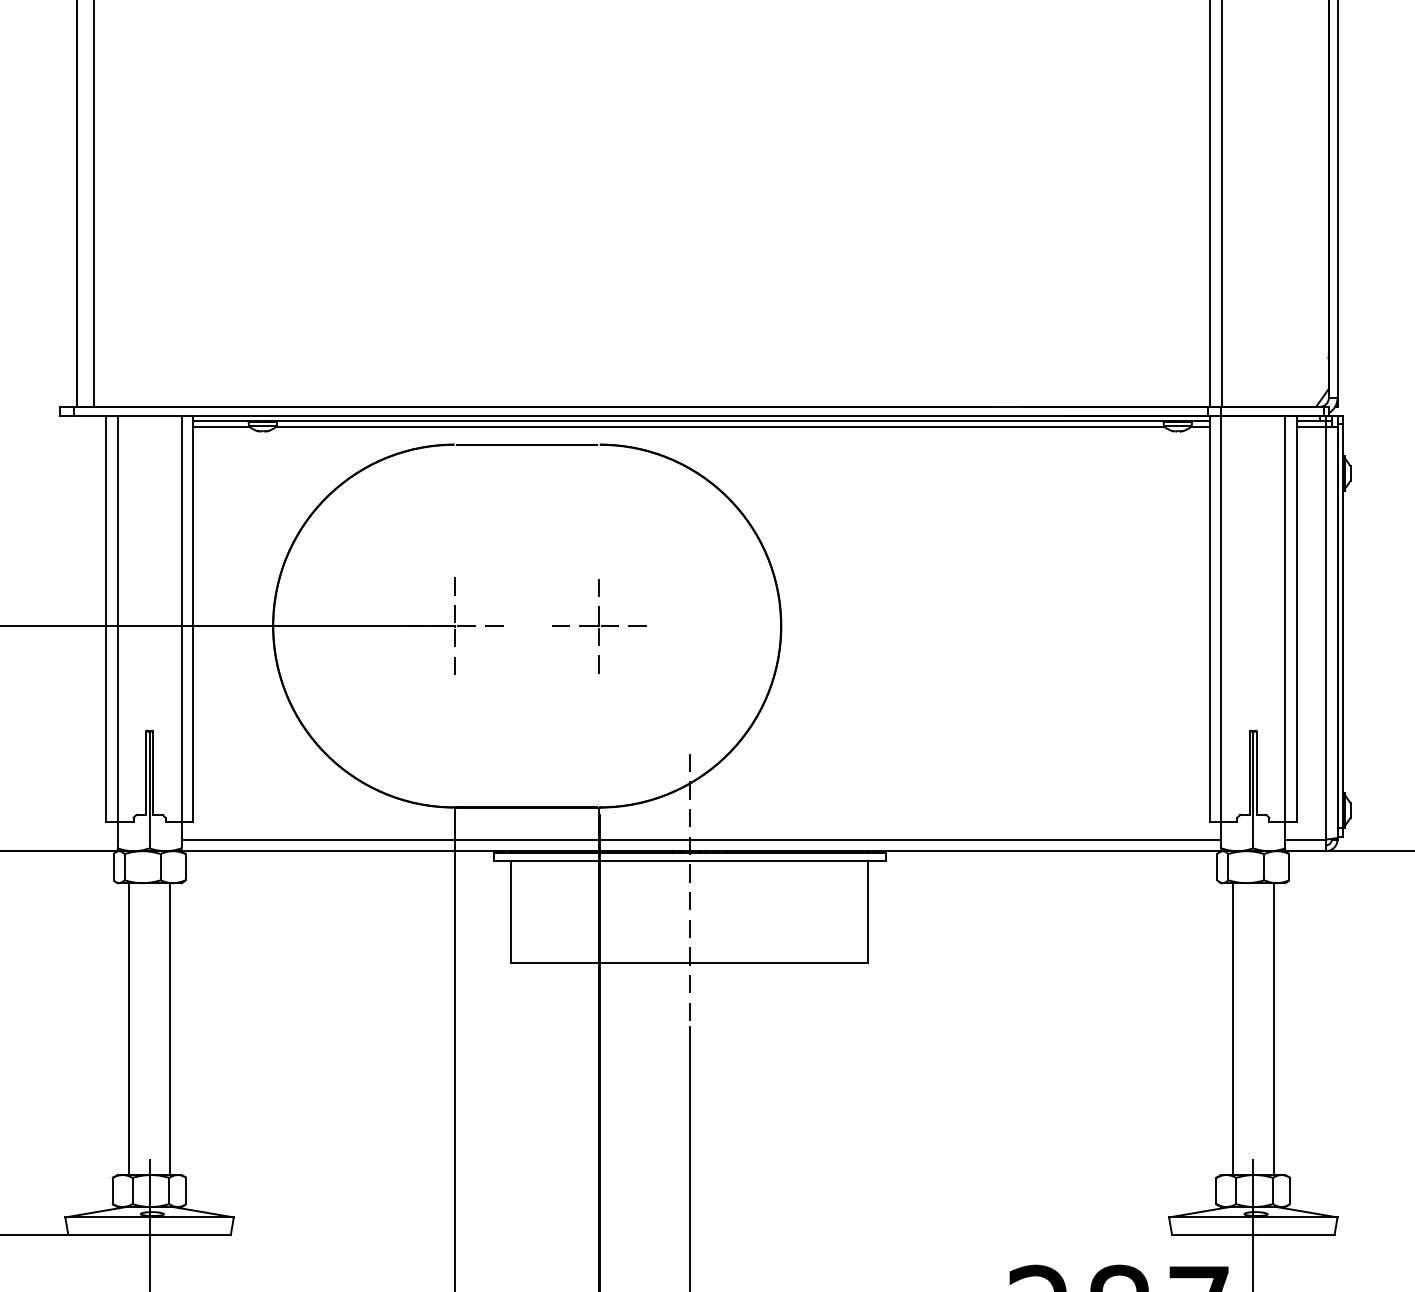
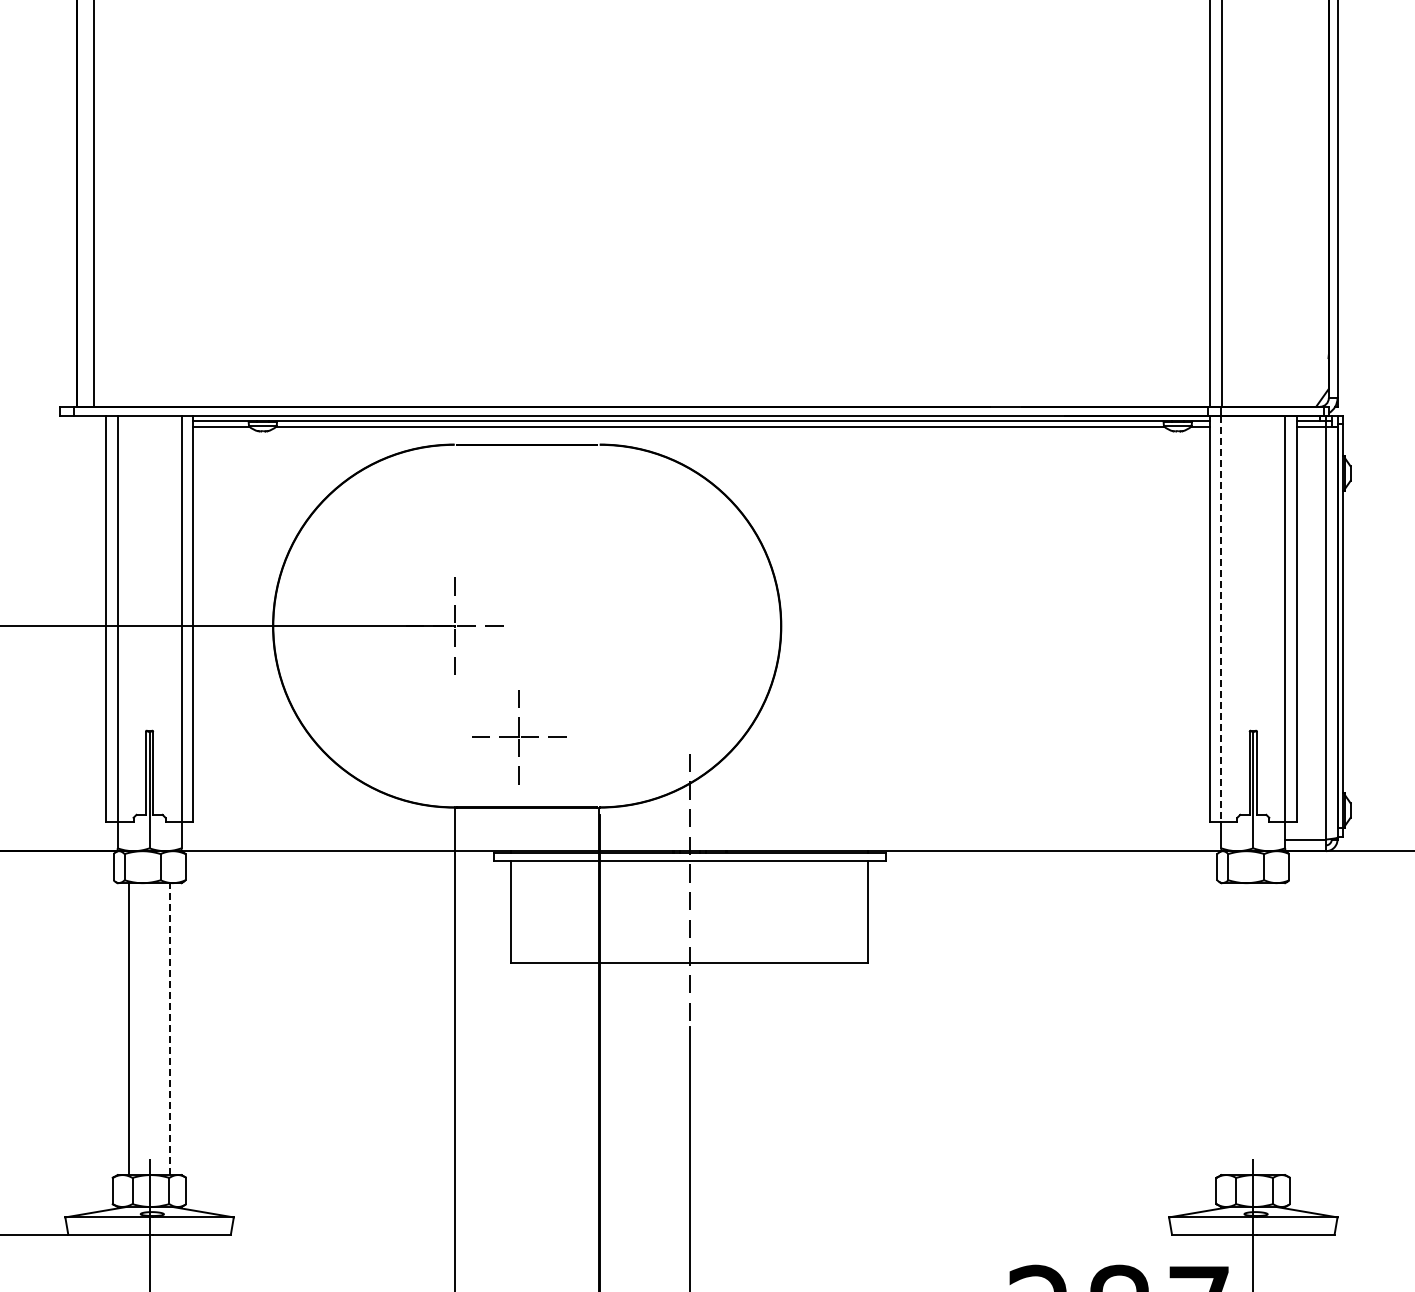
line at (1221, 619): solid -> dashed
part at (599, 626) position: (599, 626) -> (519, 737)
line at (701, 839): present -> none
line at (169, 1029): solid -> dashed
line at (1232, 1029): present -> none
line at (1273, 1029): present -> none
